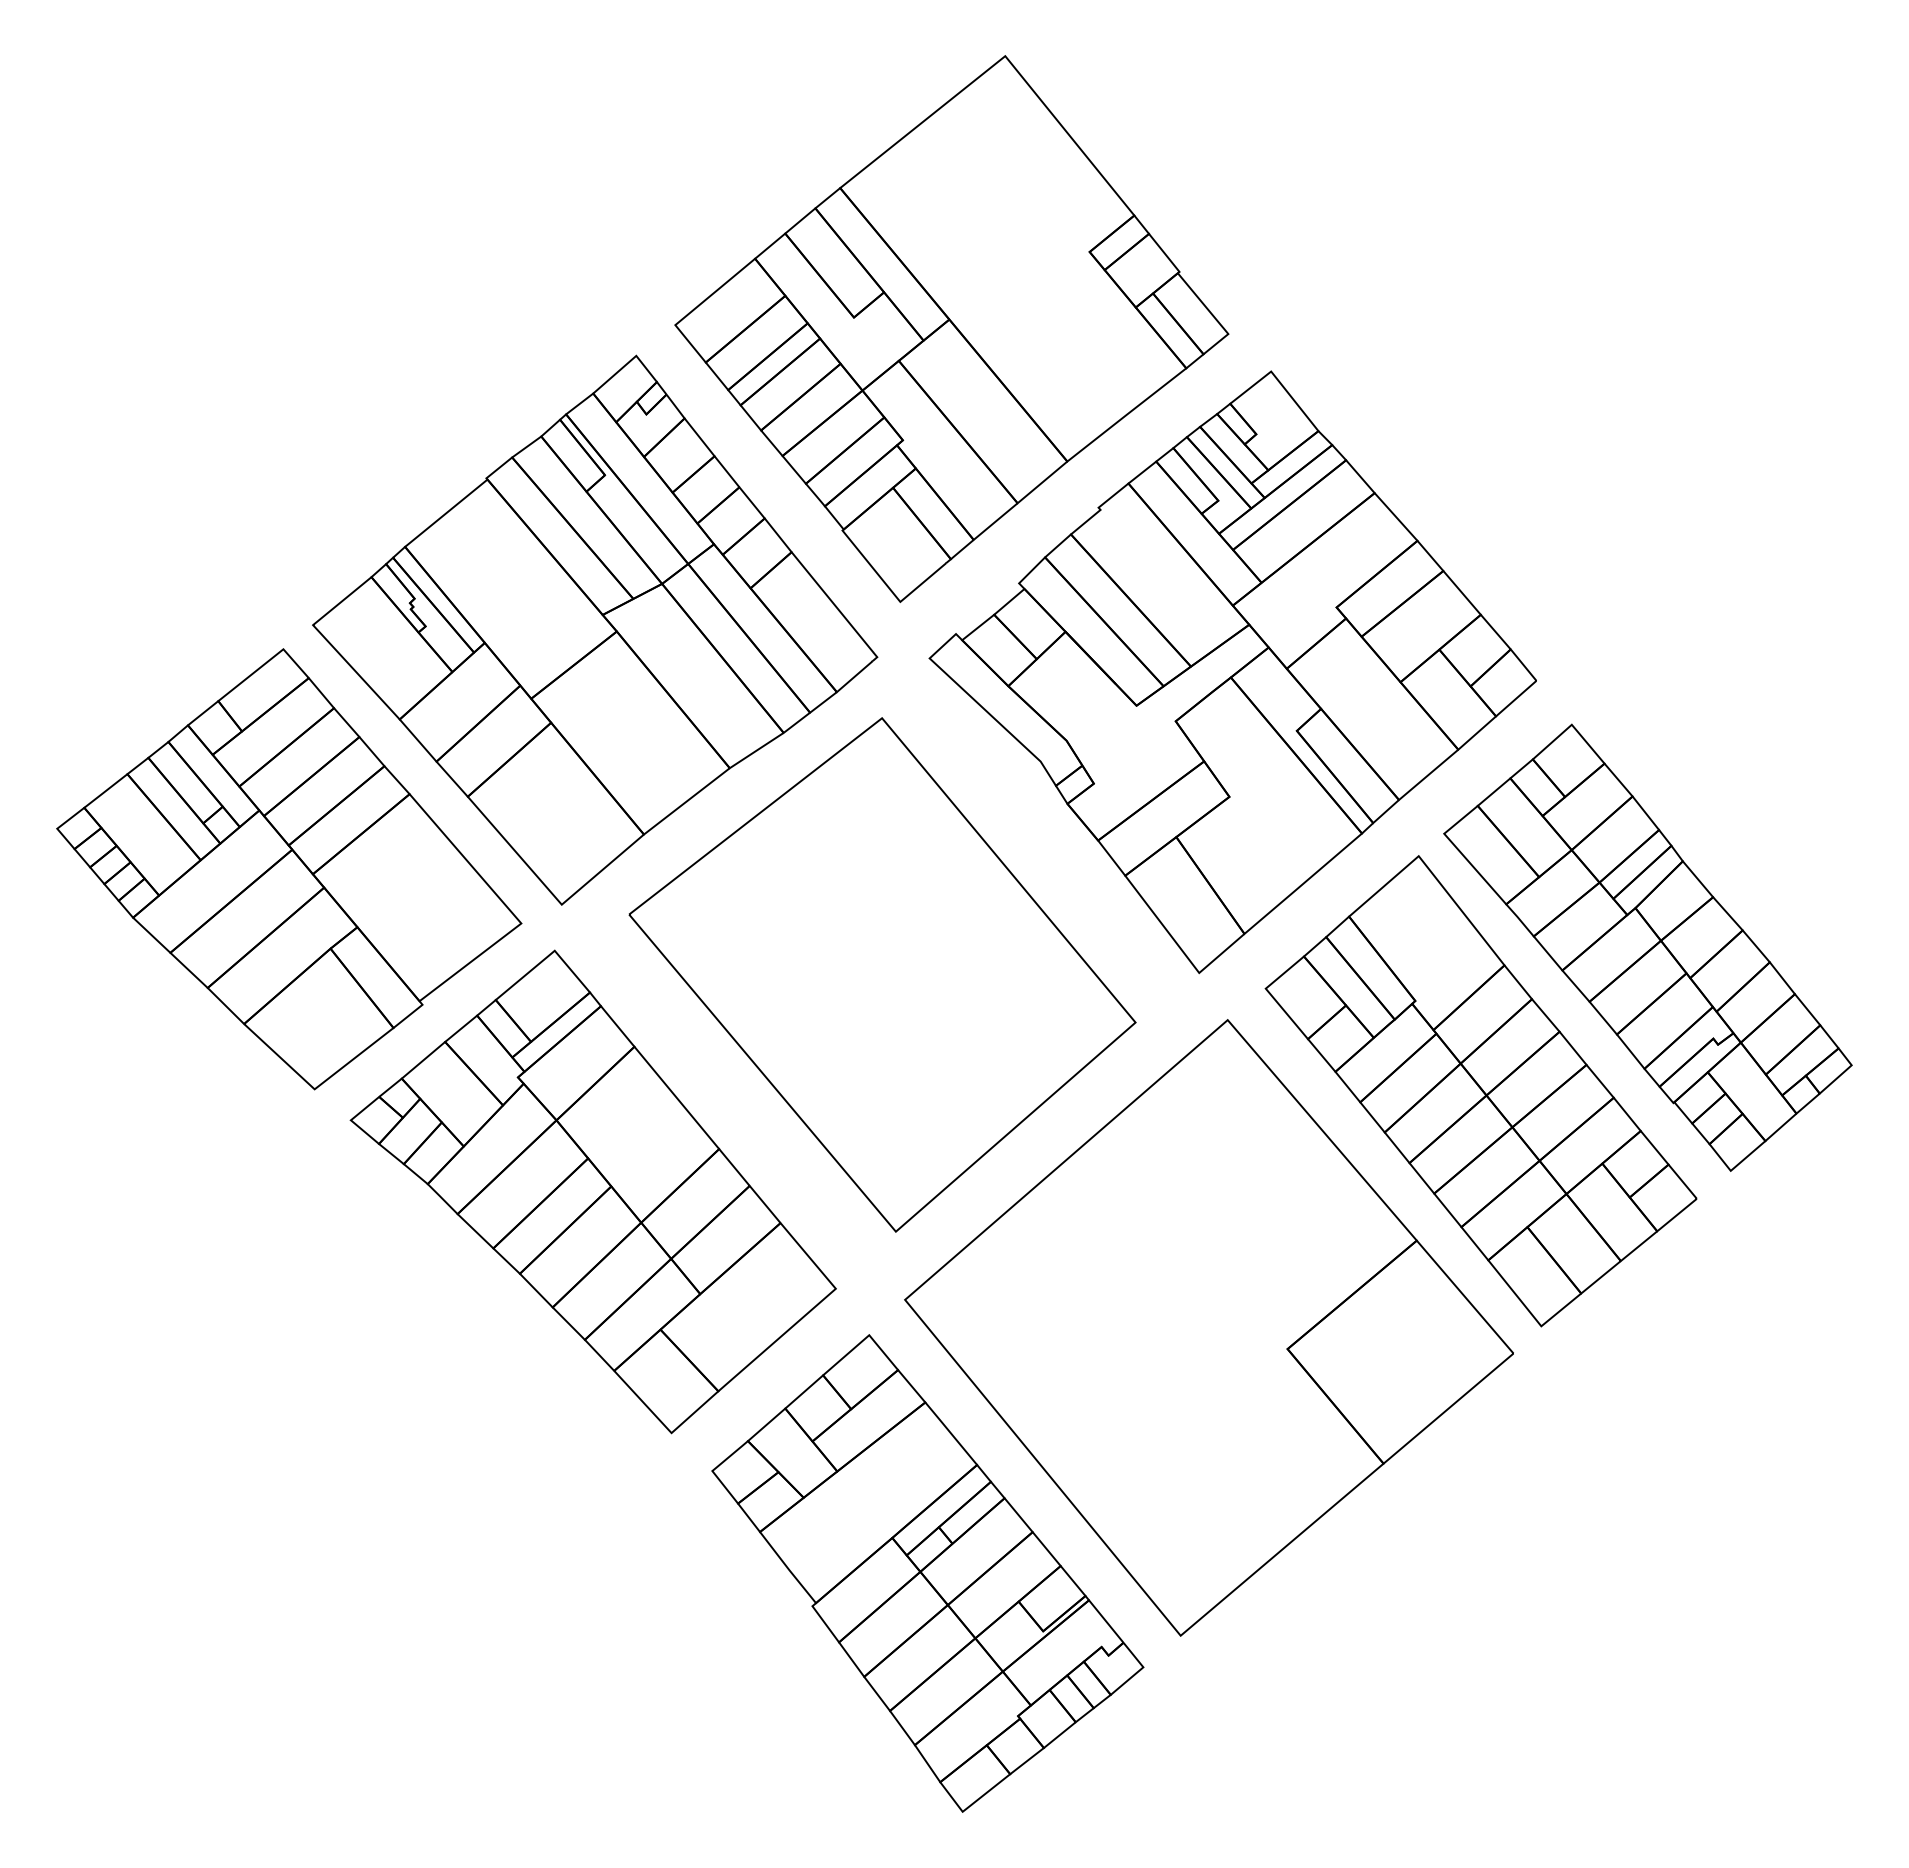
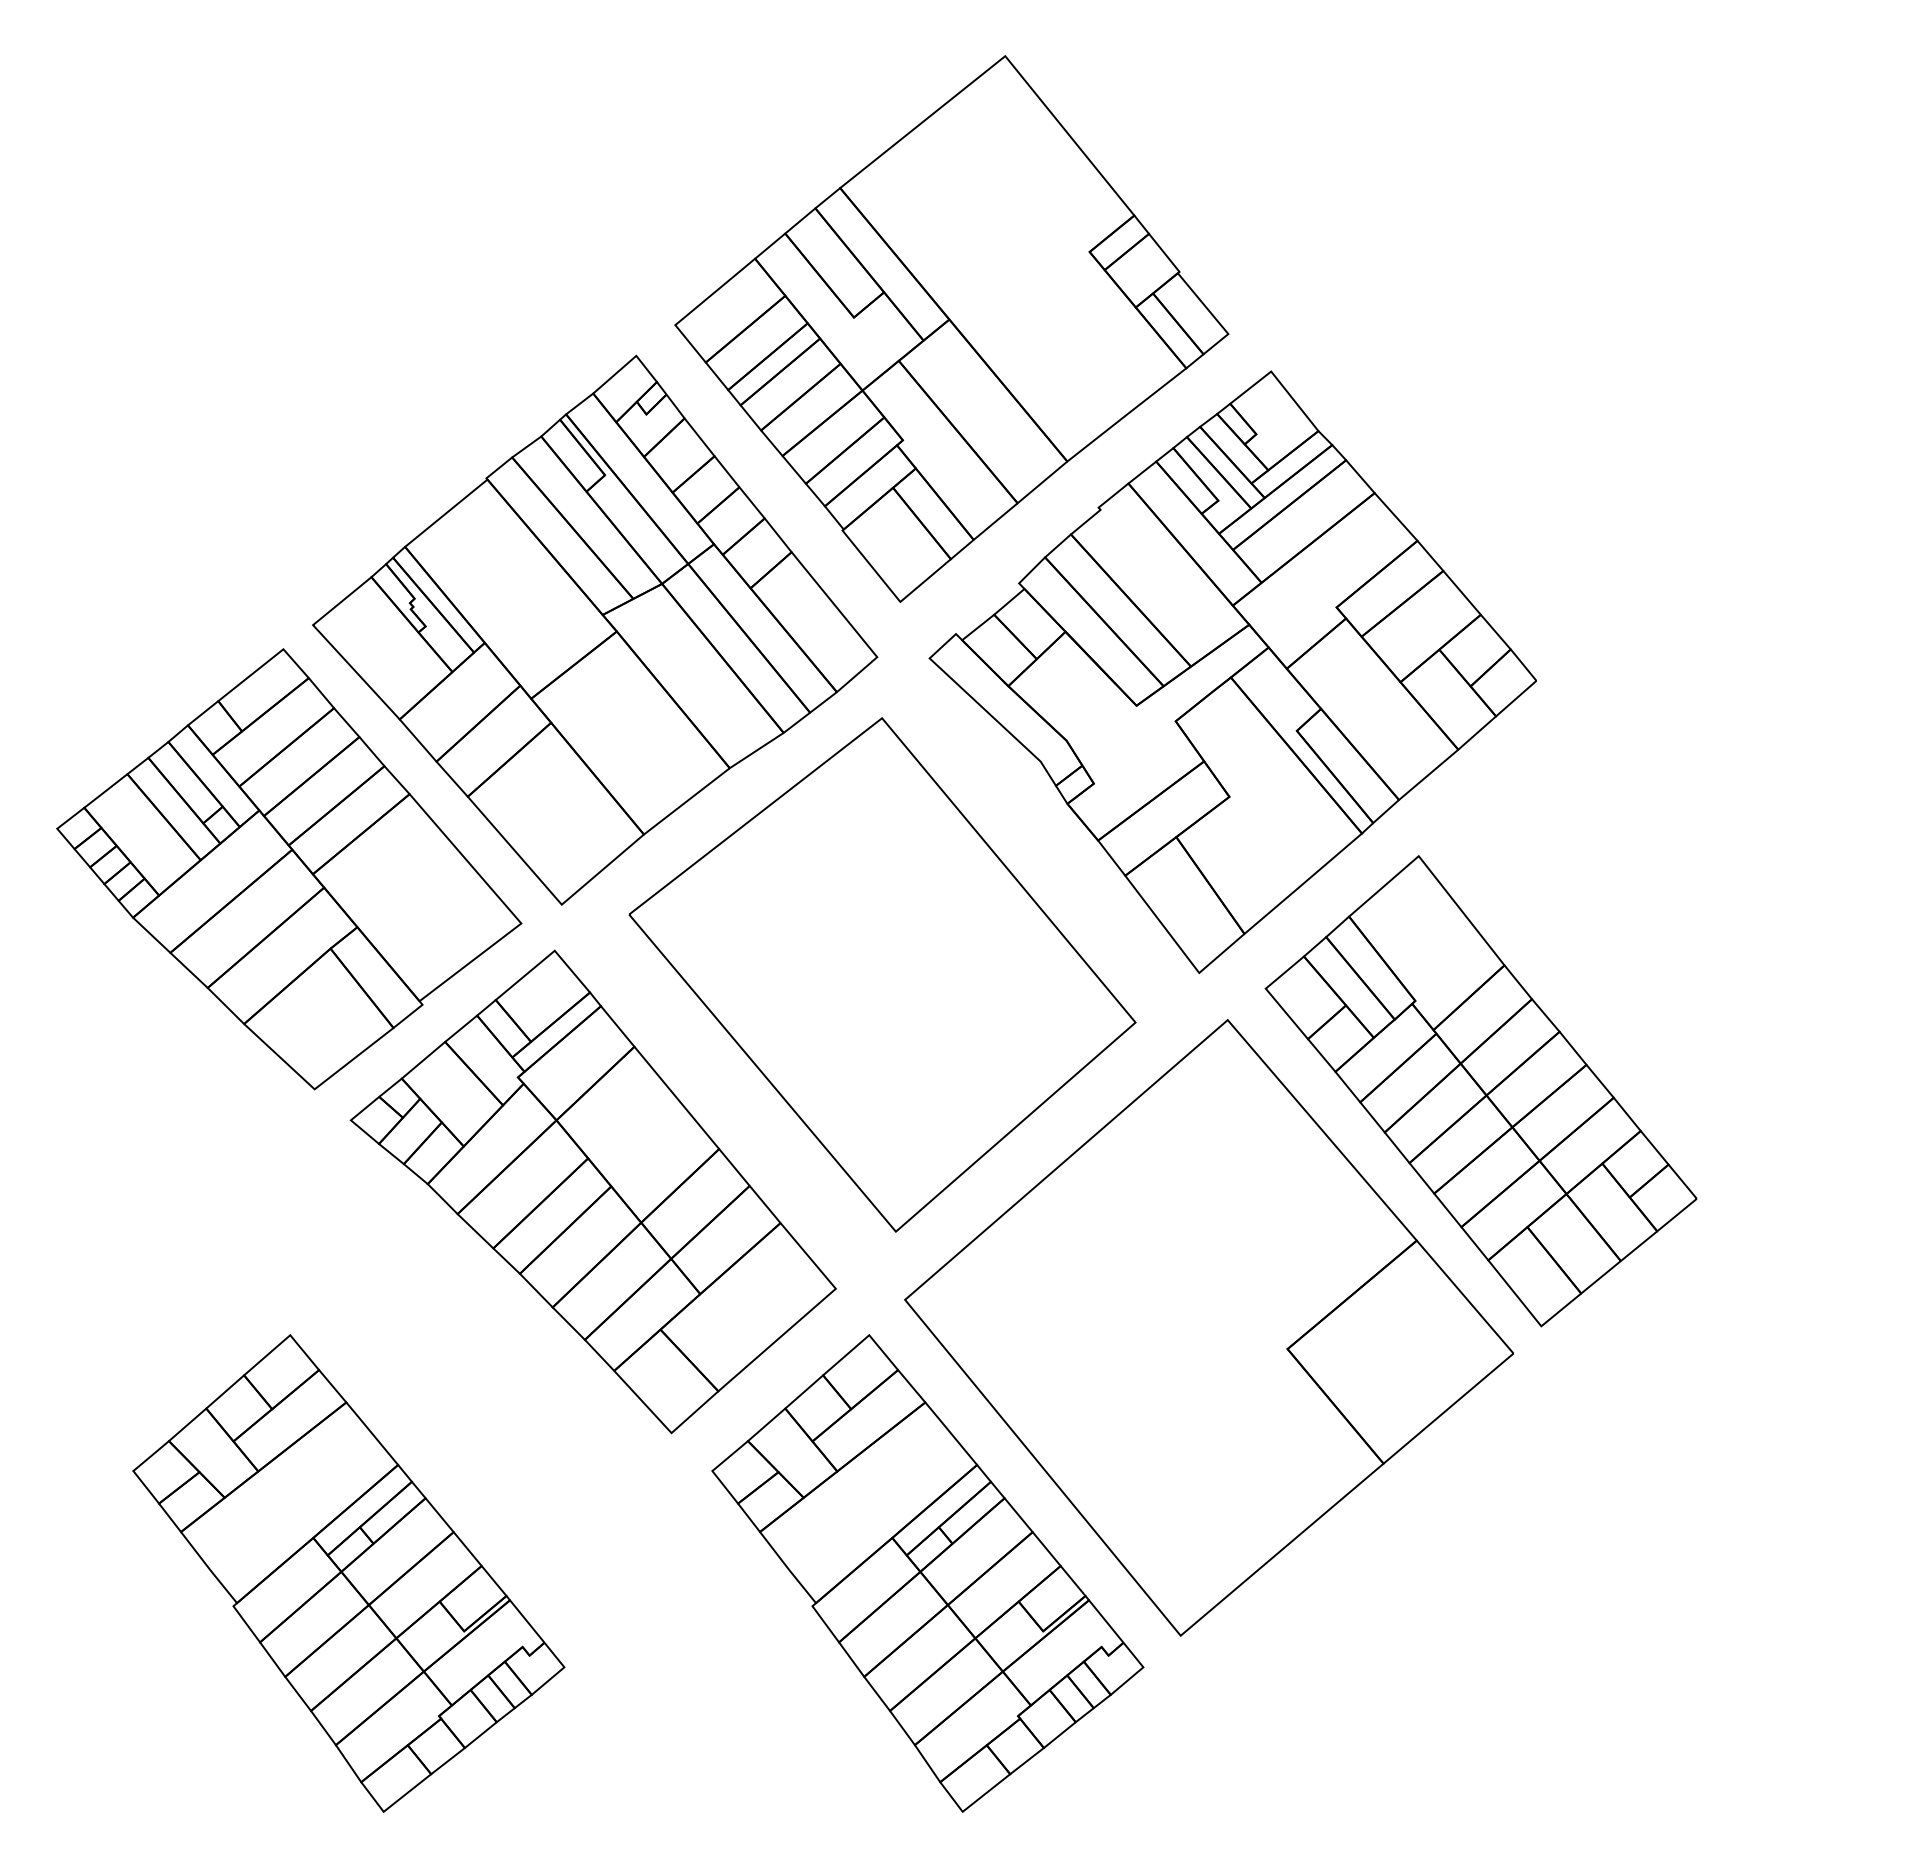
part at (1647, 947): present -> none
part at (348, 1573): none -> present
